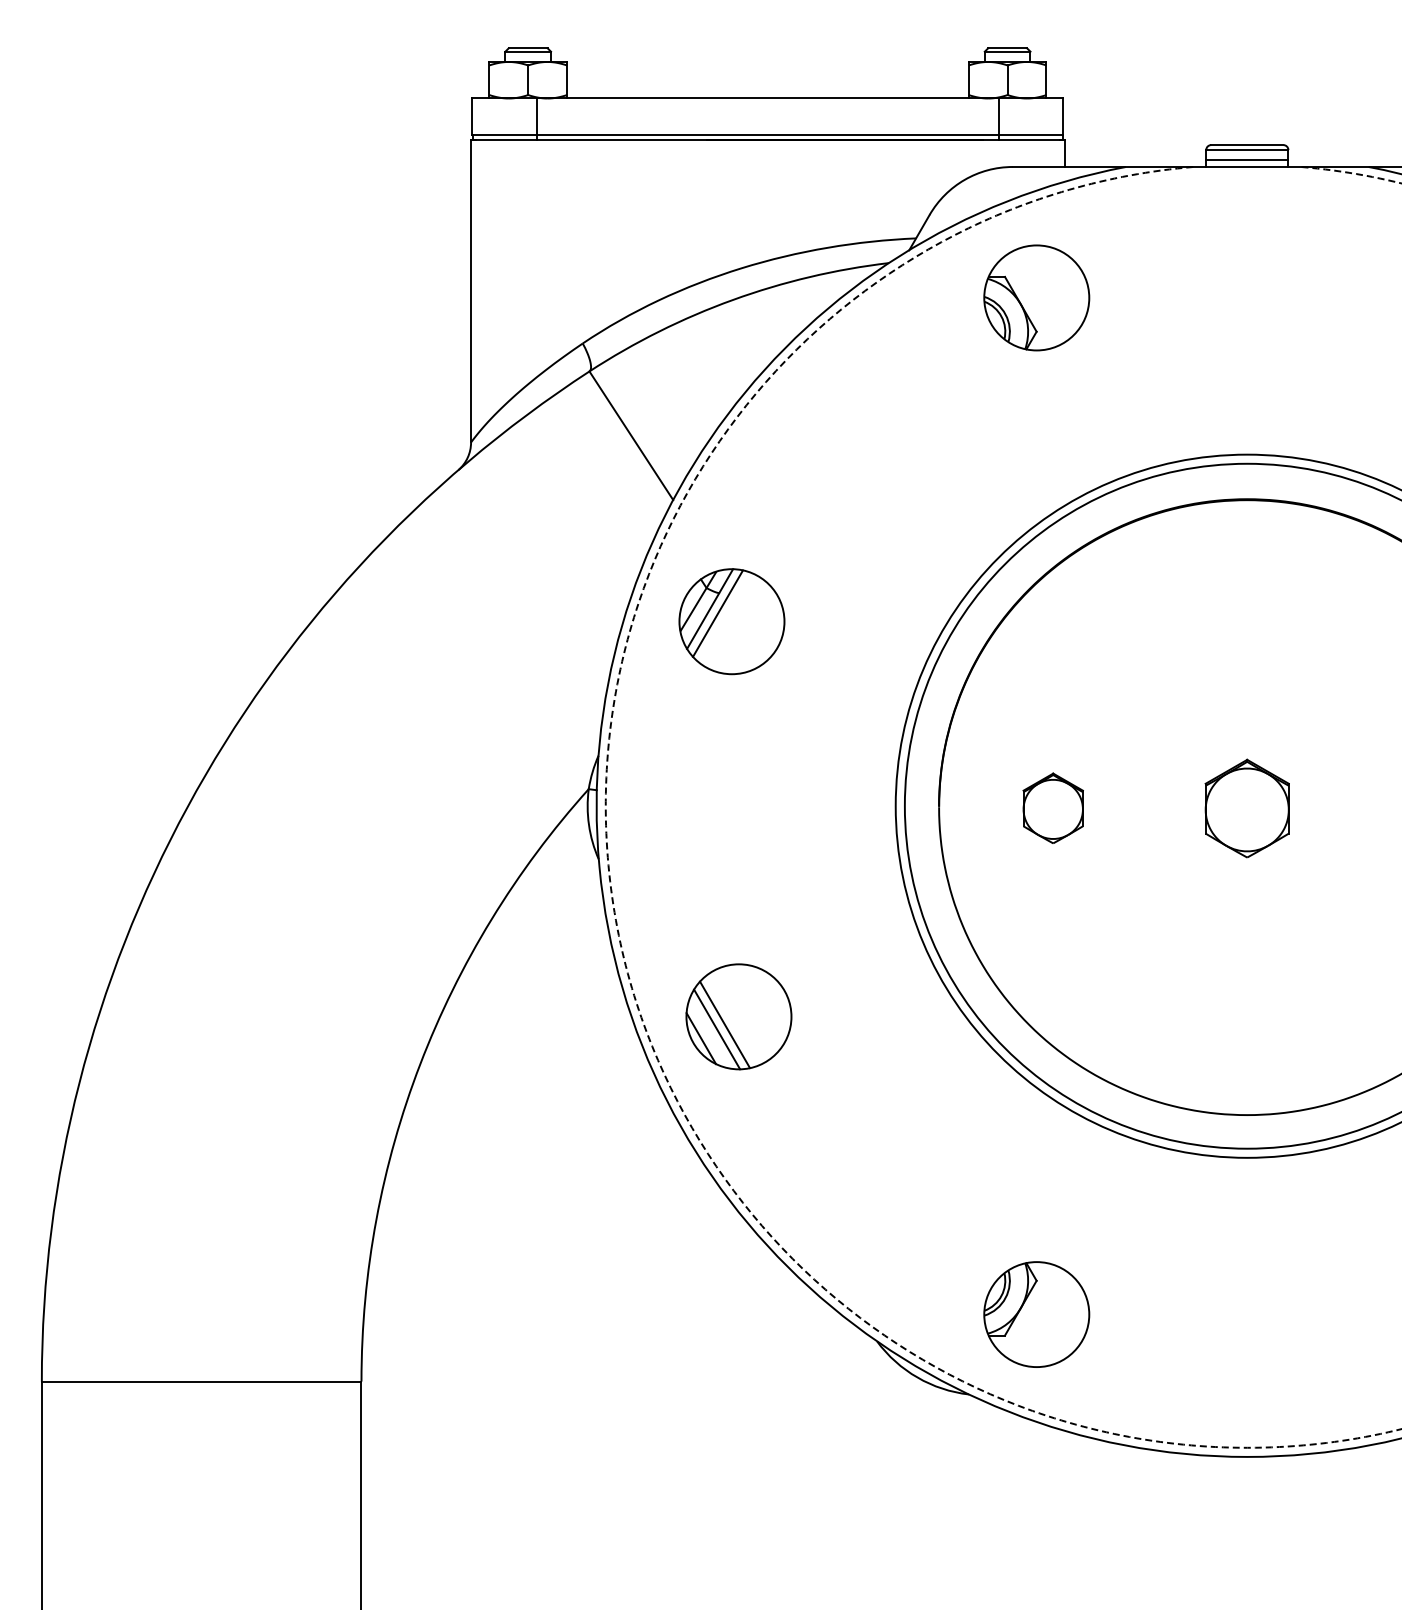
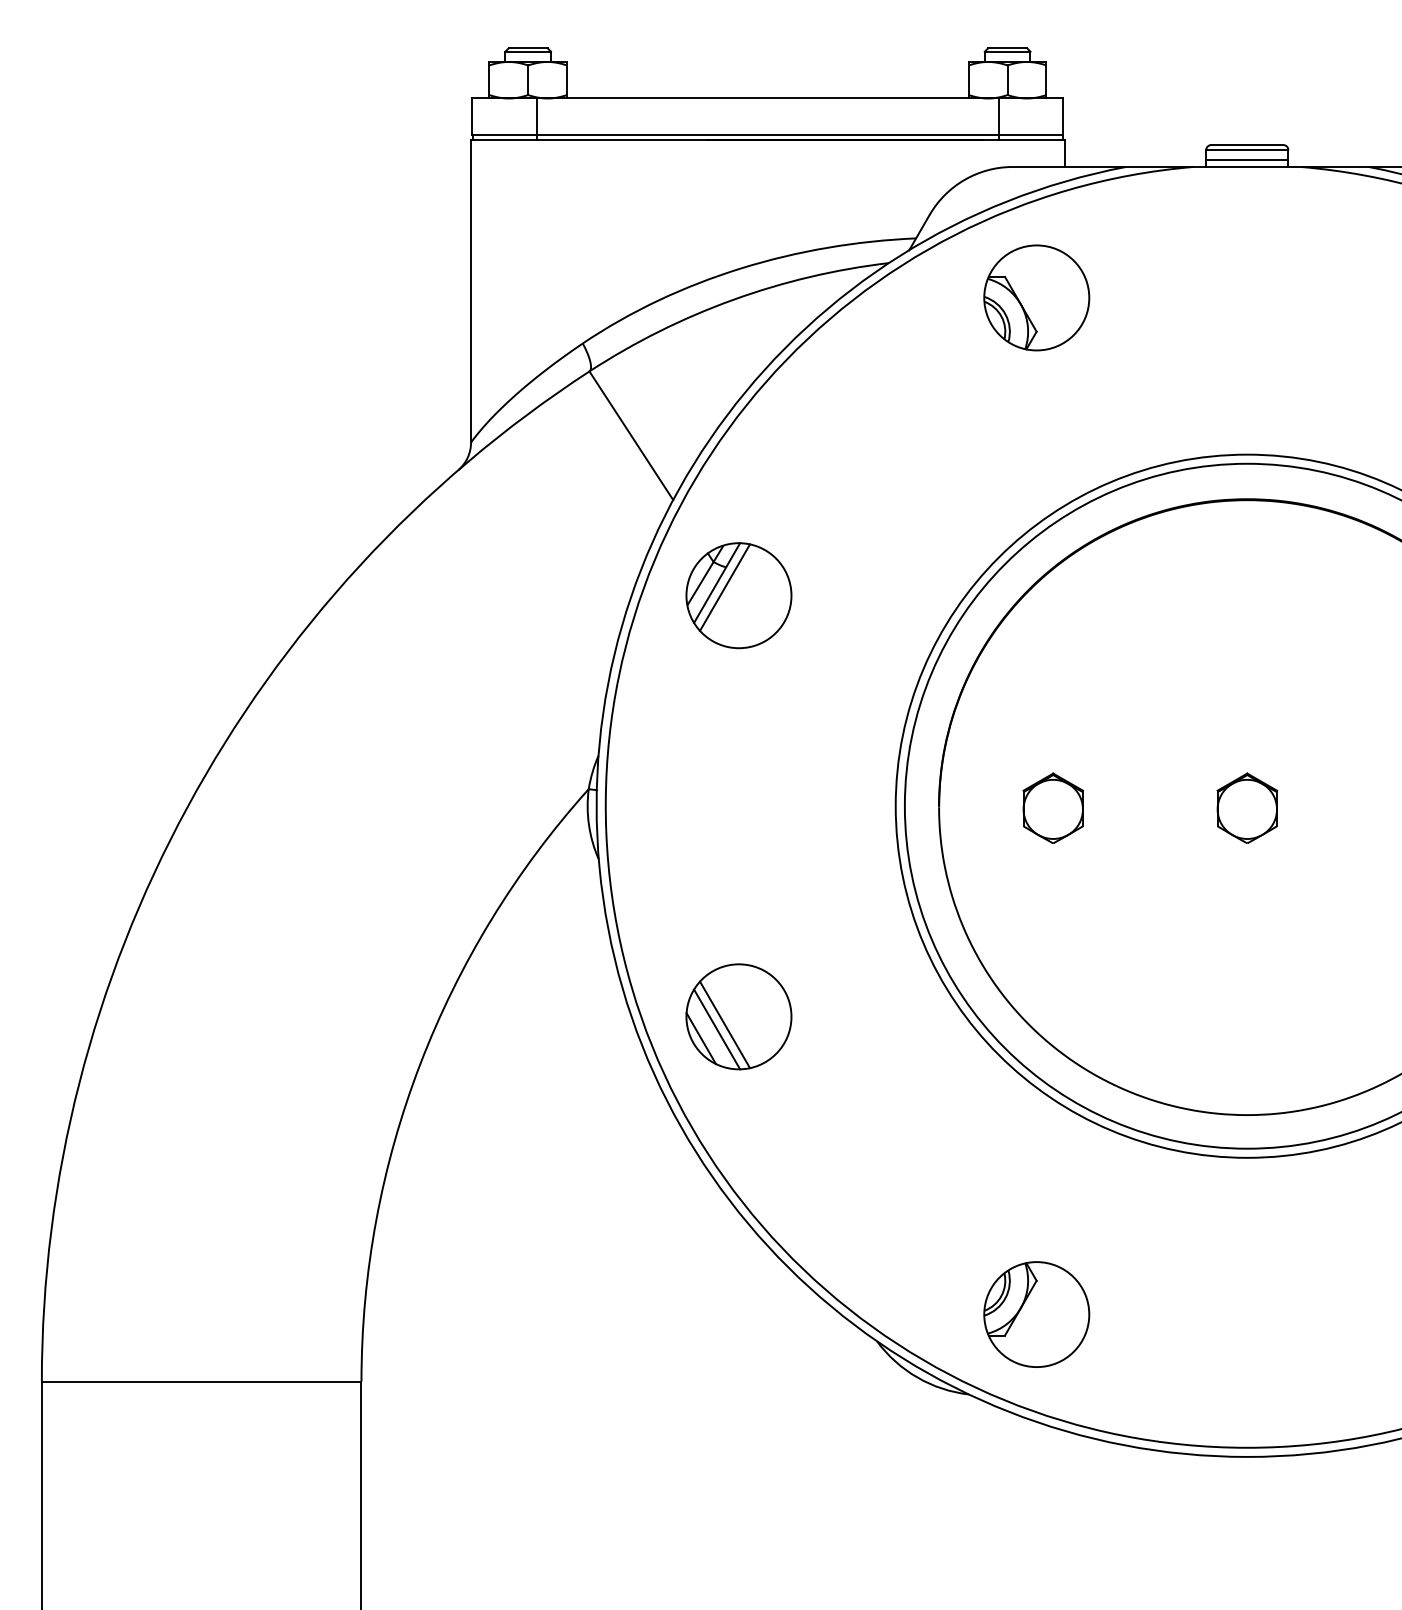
part at (731, 621) position: (731, 621) -> (738, 595)
part at (1246, 808) size: 86x101 px -> 63x72 px
arc at (624, 960): dashed -> solid
